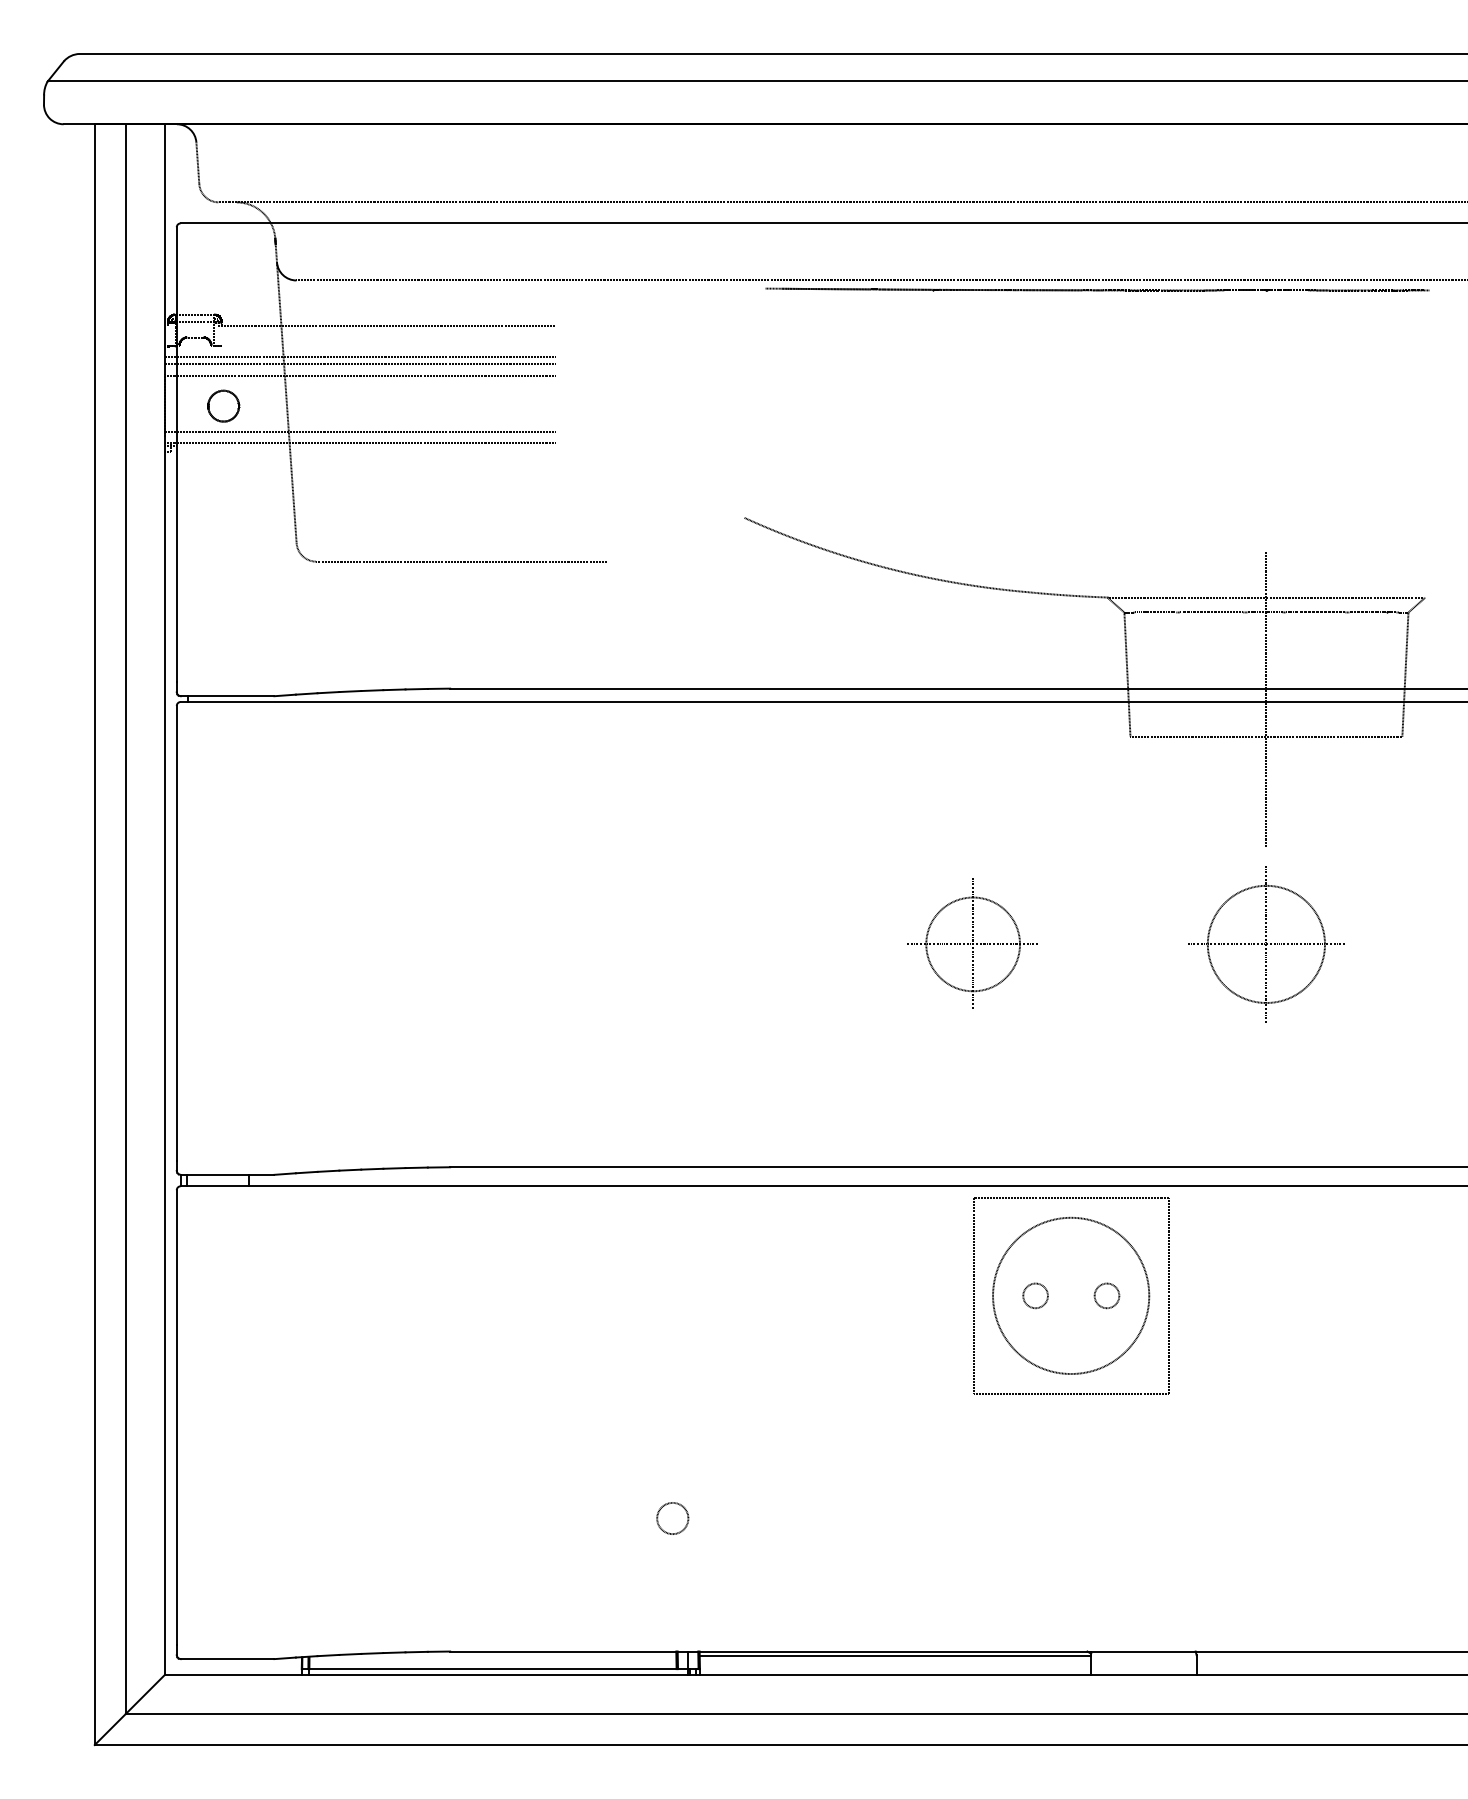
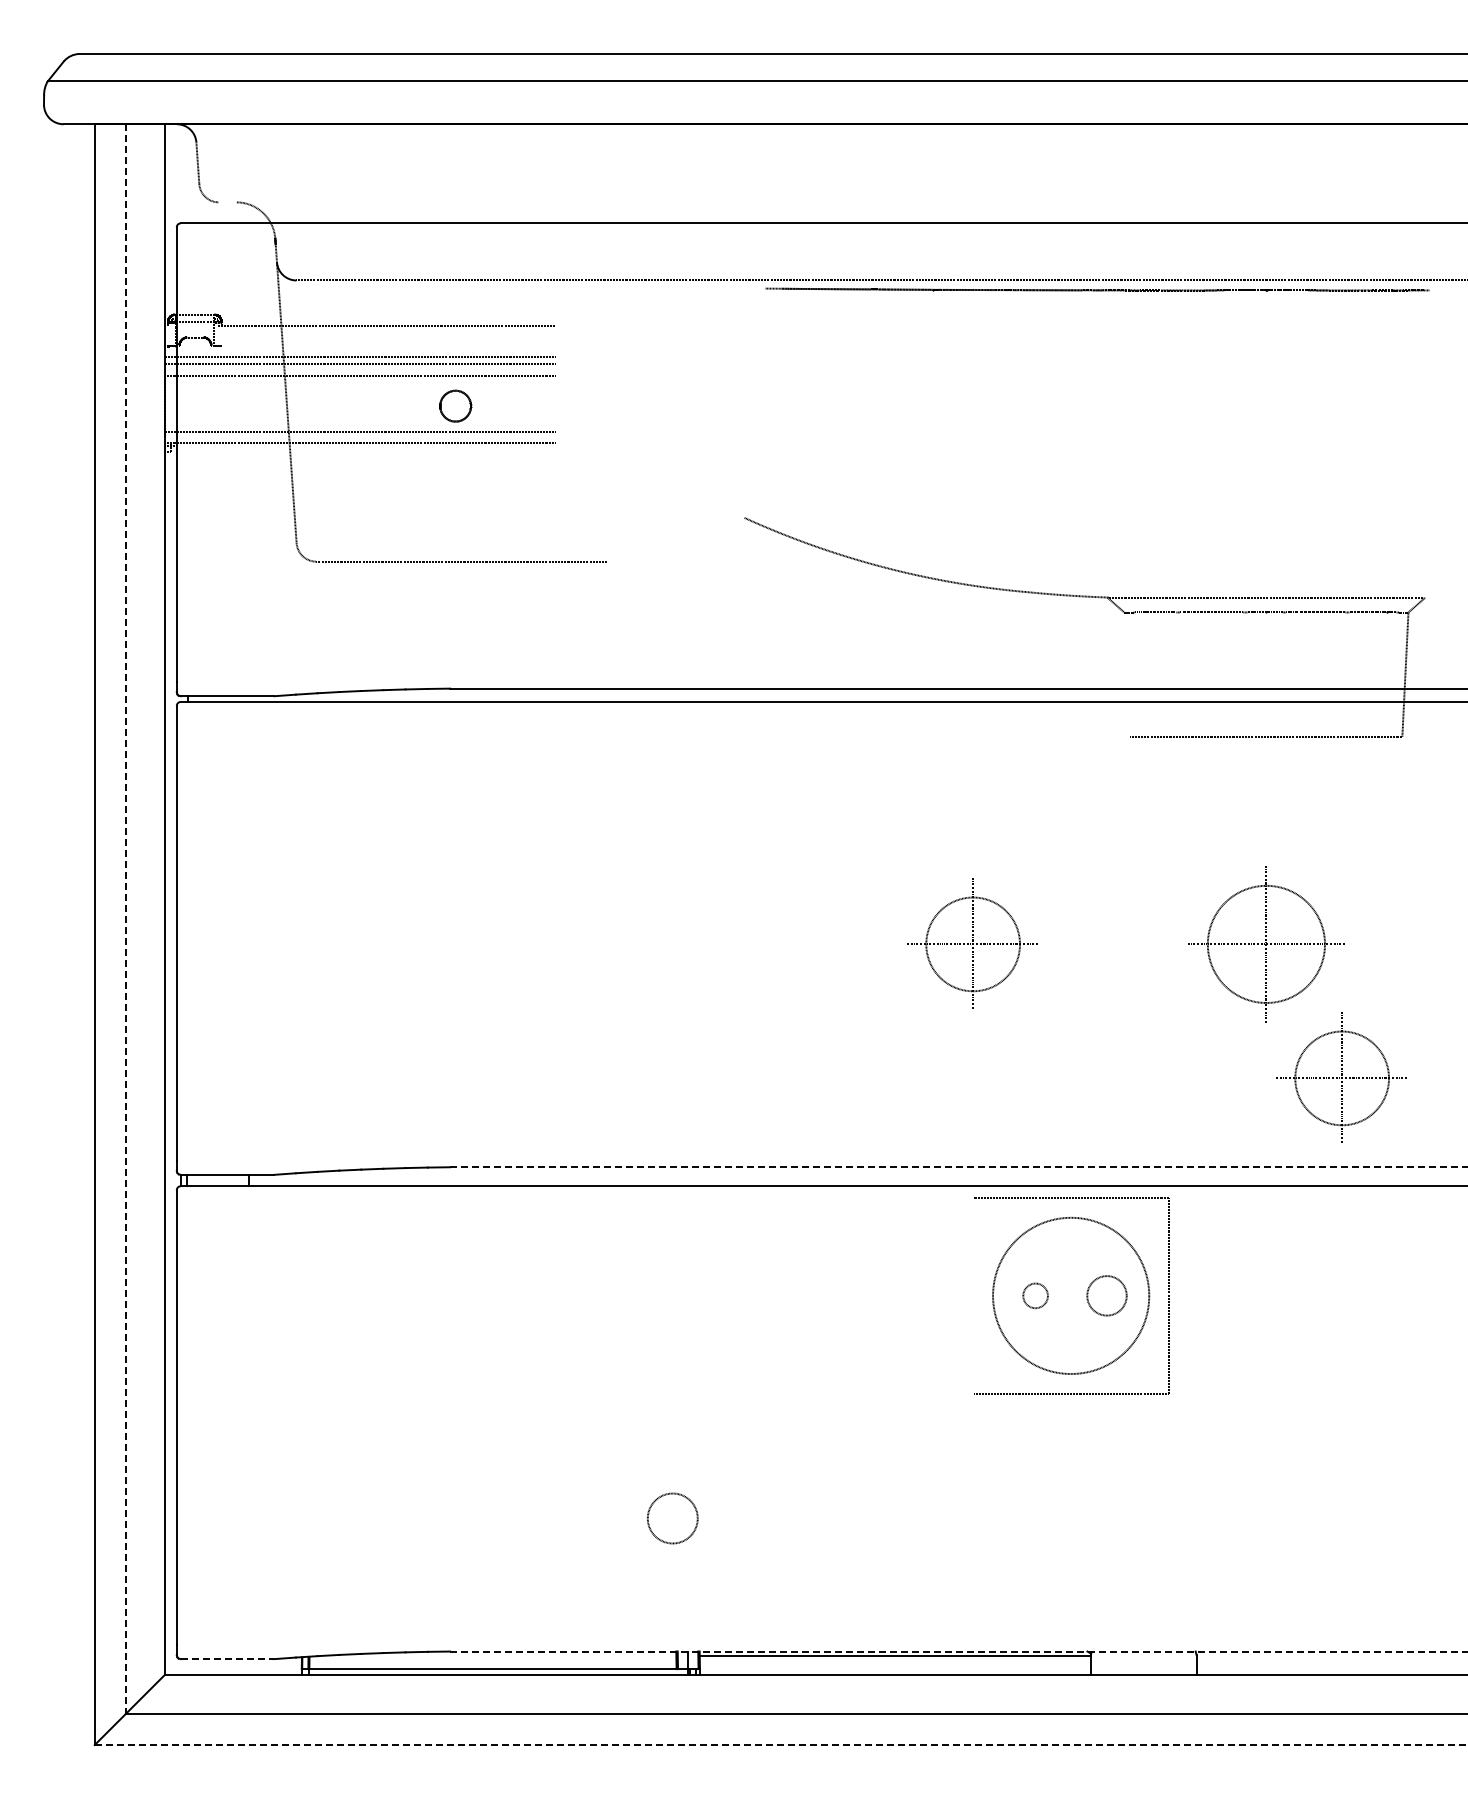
line at (841, 202): present -> none
part at (223, 405) position: (223, 405) -> (455, 405)
line at (1127, 674): present -> none
line at (1266, 698): present -> none
line at (126, 919): solid -> dashed
part at (1341, 1077): none -> present
line at (959, 1167): solid -> dashed
line at (973, 1295): present -> none
circle at (1106, 1295) size: 28x28 px -> 42x42 px
circle at (672, 1518) diameter: 31 px -> 50 px
line at (959, 1651): solid -> dashed
line at (227, 1659): solid -> dashed
line at (781, 1745): solid -> dashed
